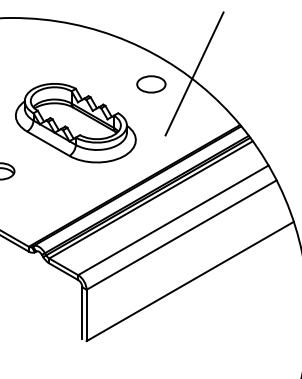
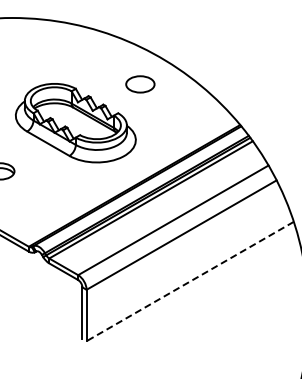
line at (194, 73): present -> none
part at (151, 84) position: (151, 84) -> (140, 84)
line at (190, 281): solid -> dashed
